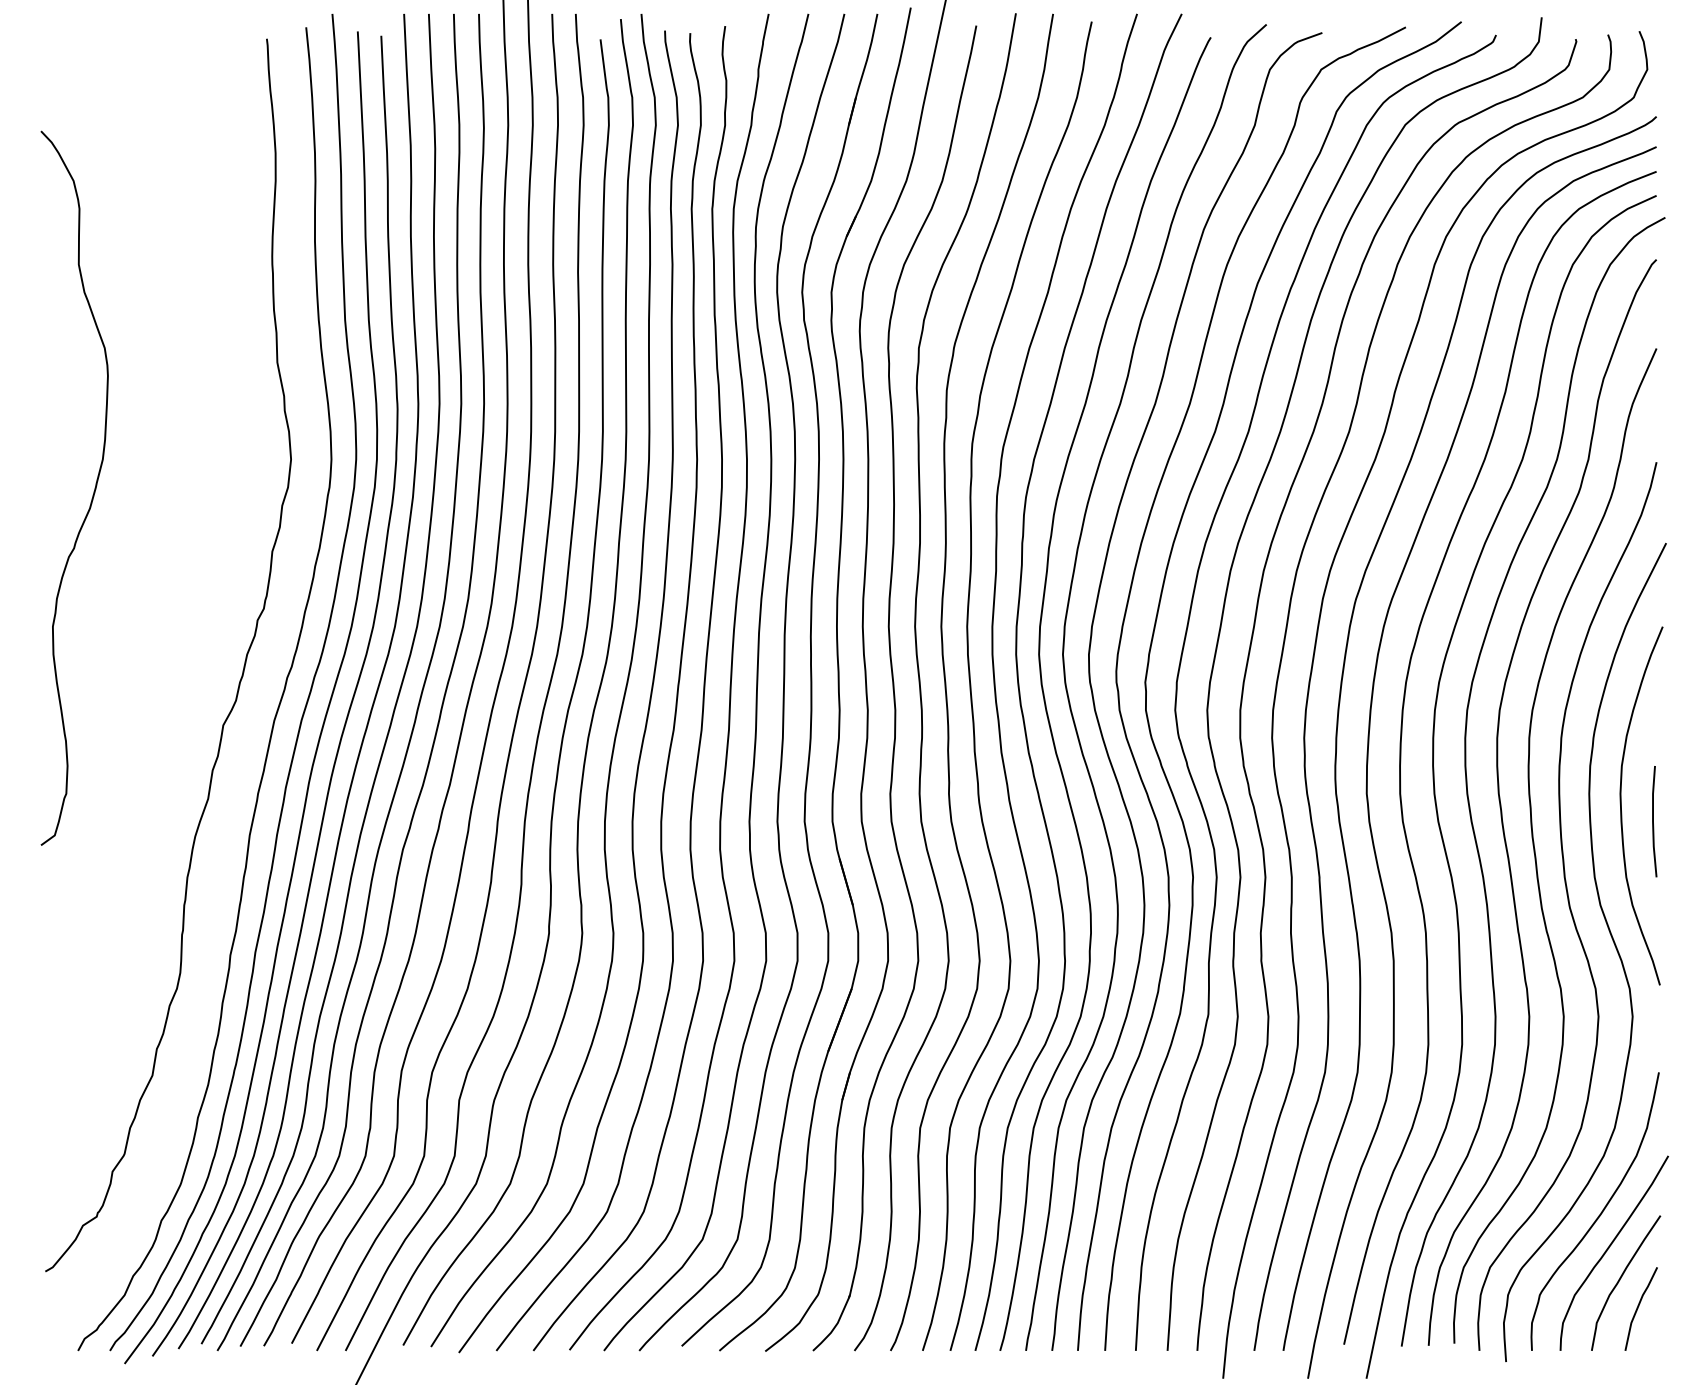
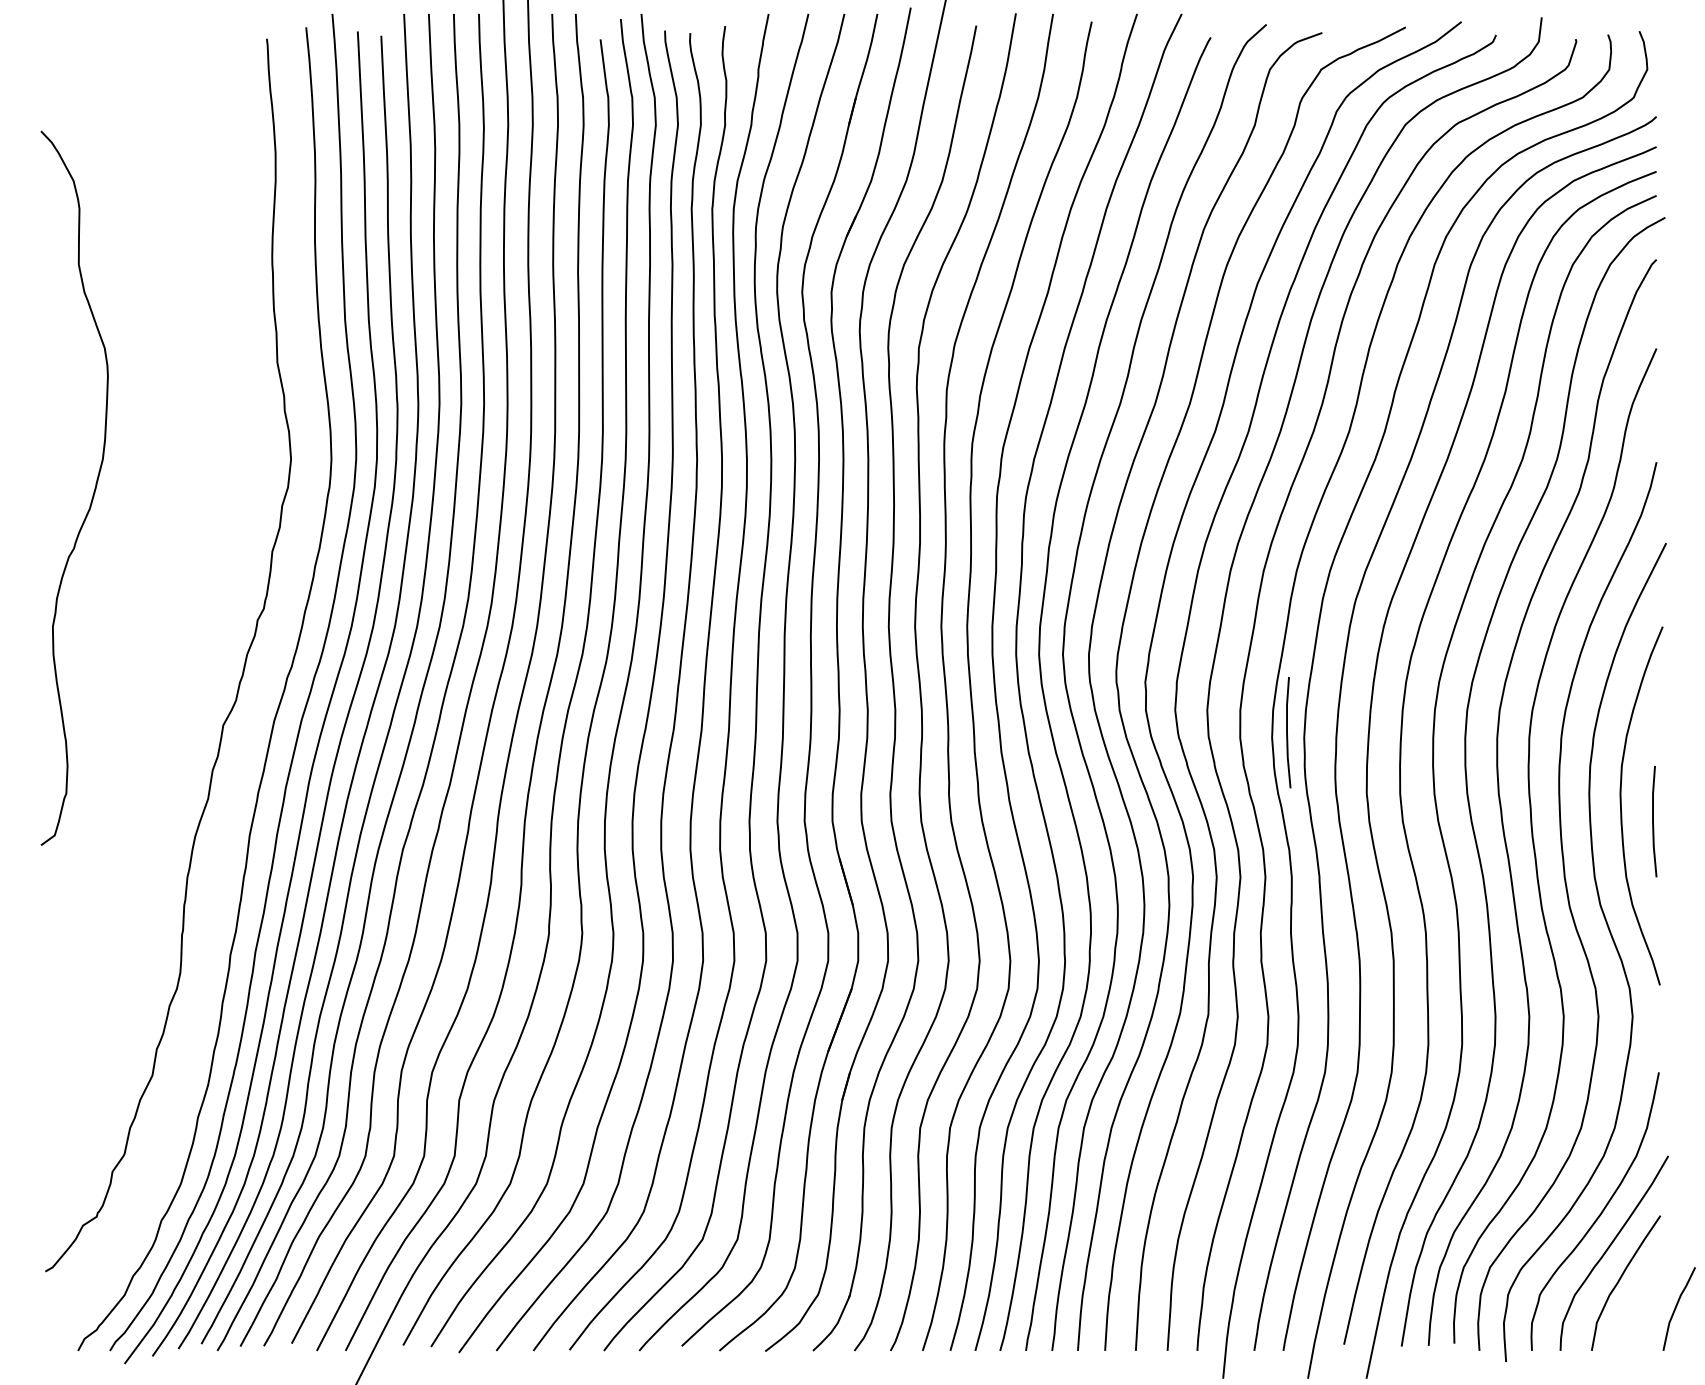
line at (1287, 732): none -> present
line at (1638, 1308) position: (1638, 1308) -> (1676, 1308)
